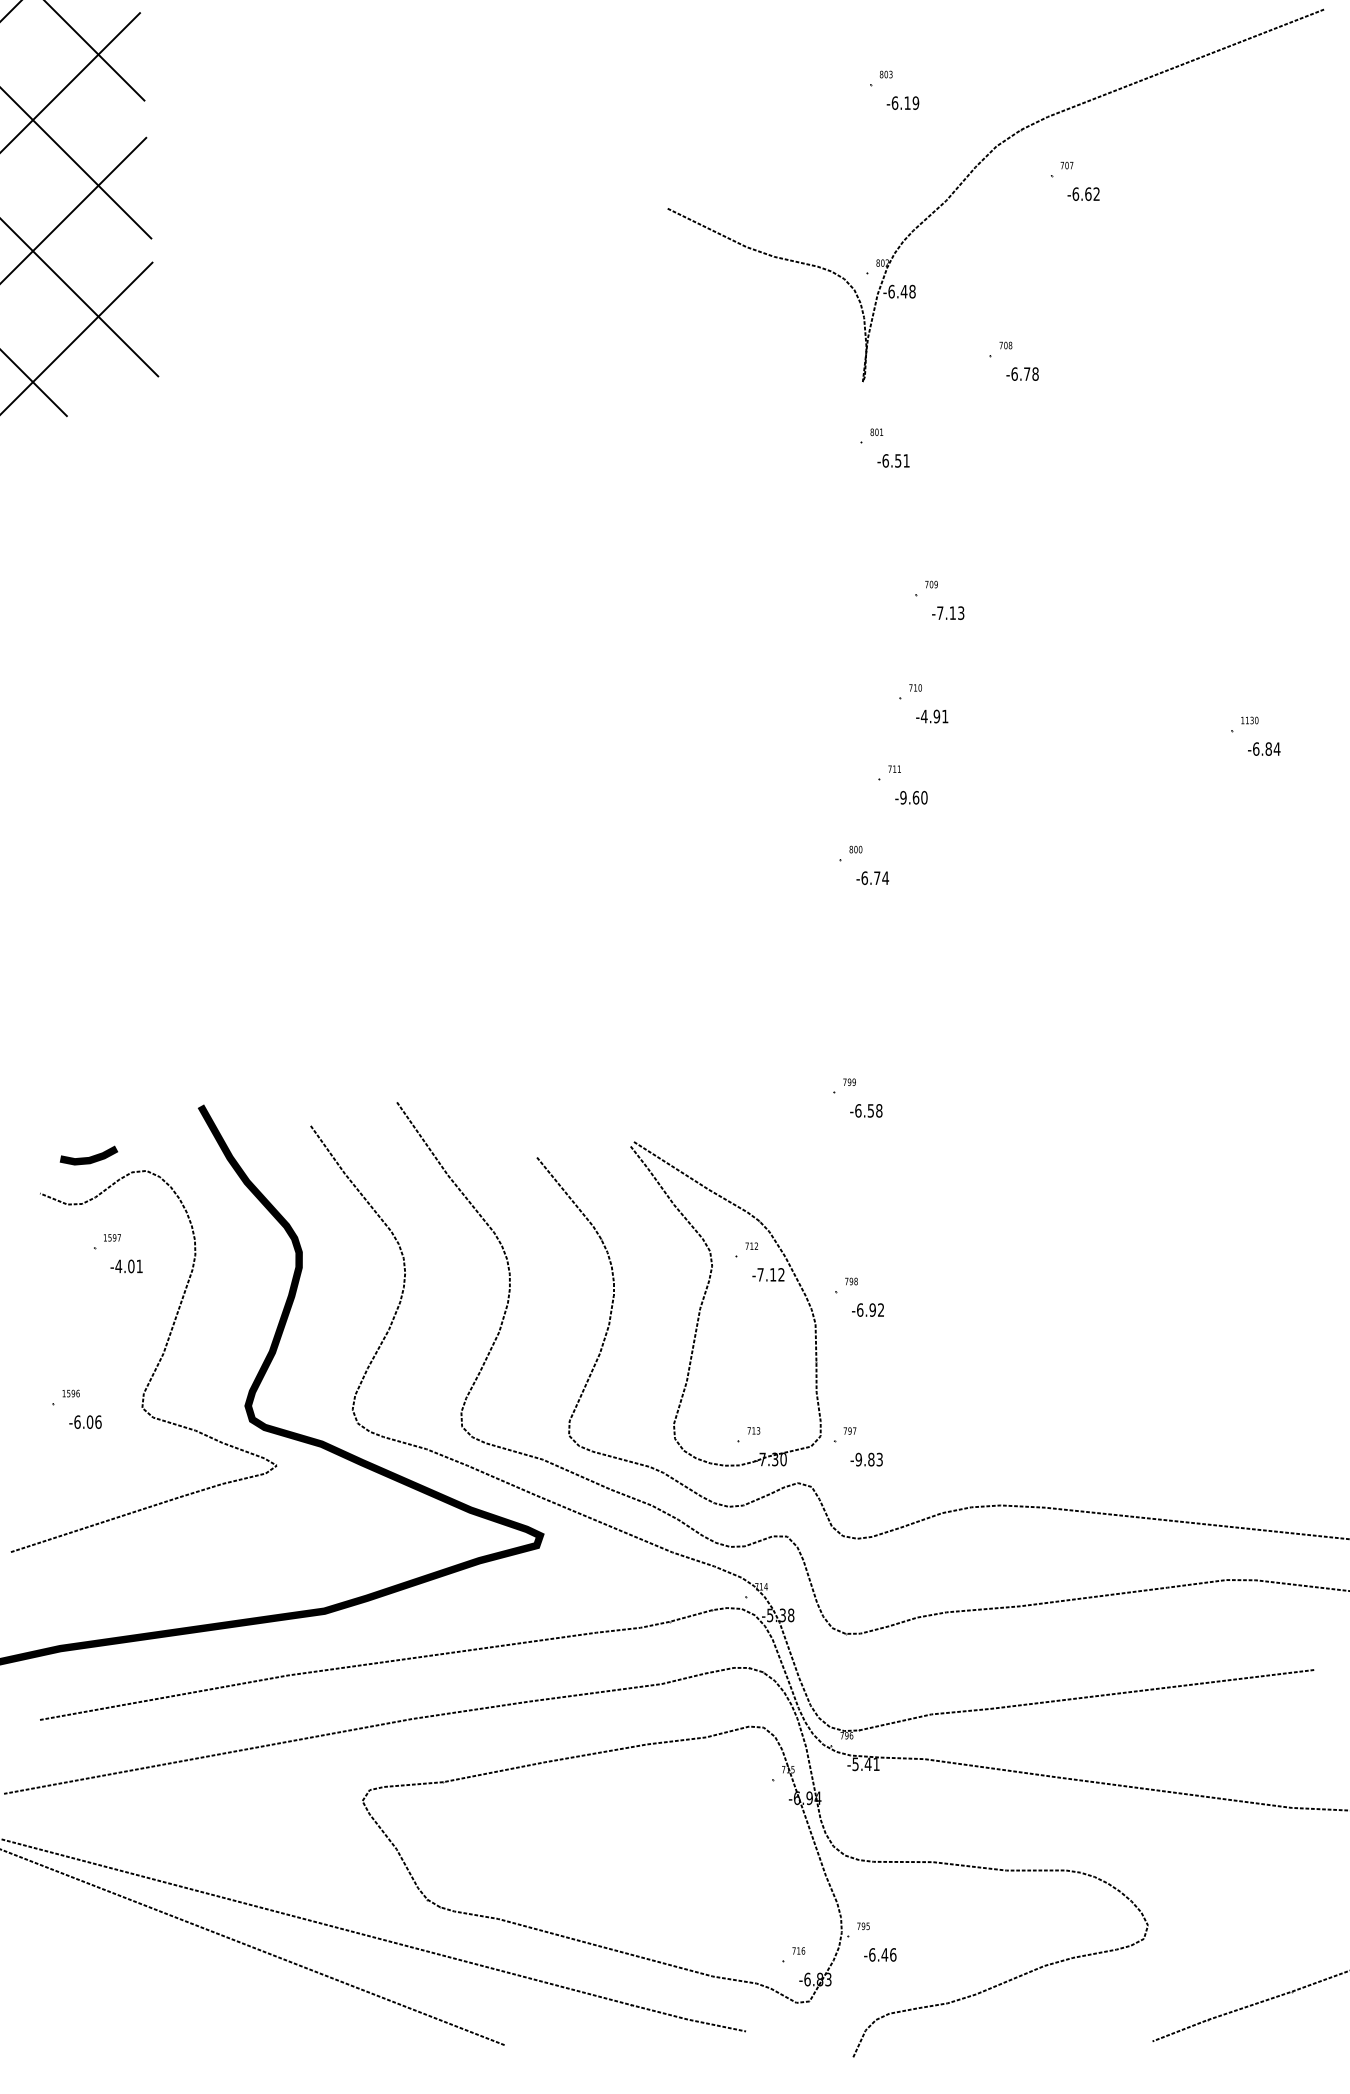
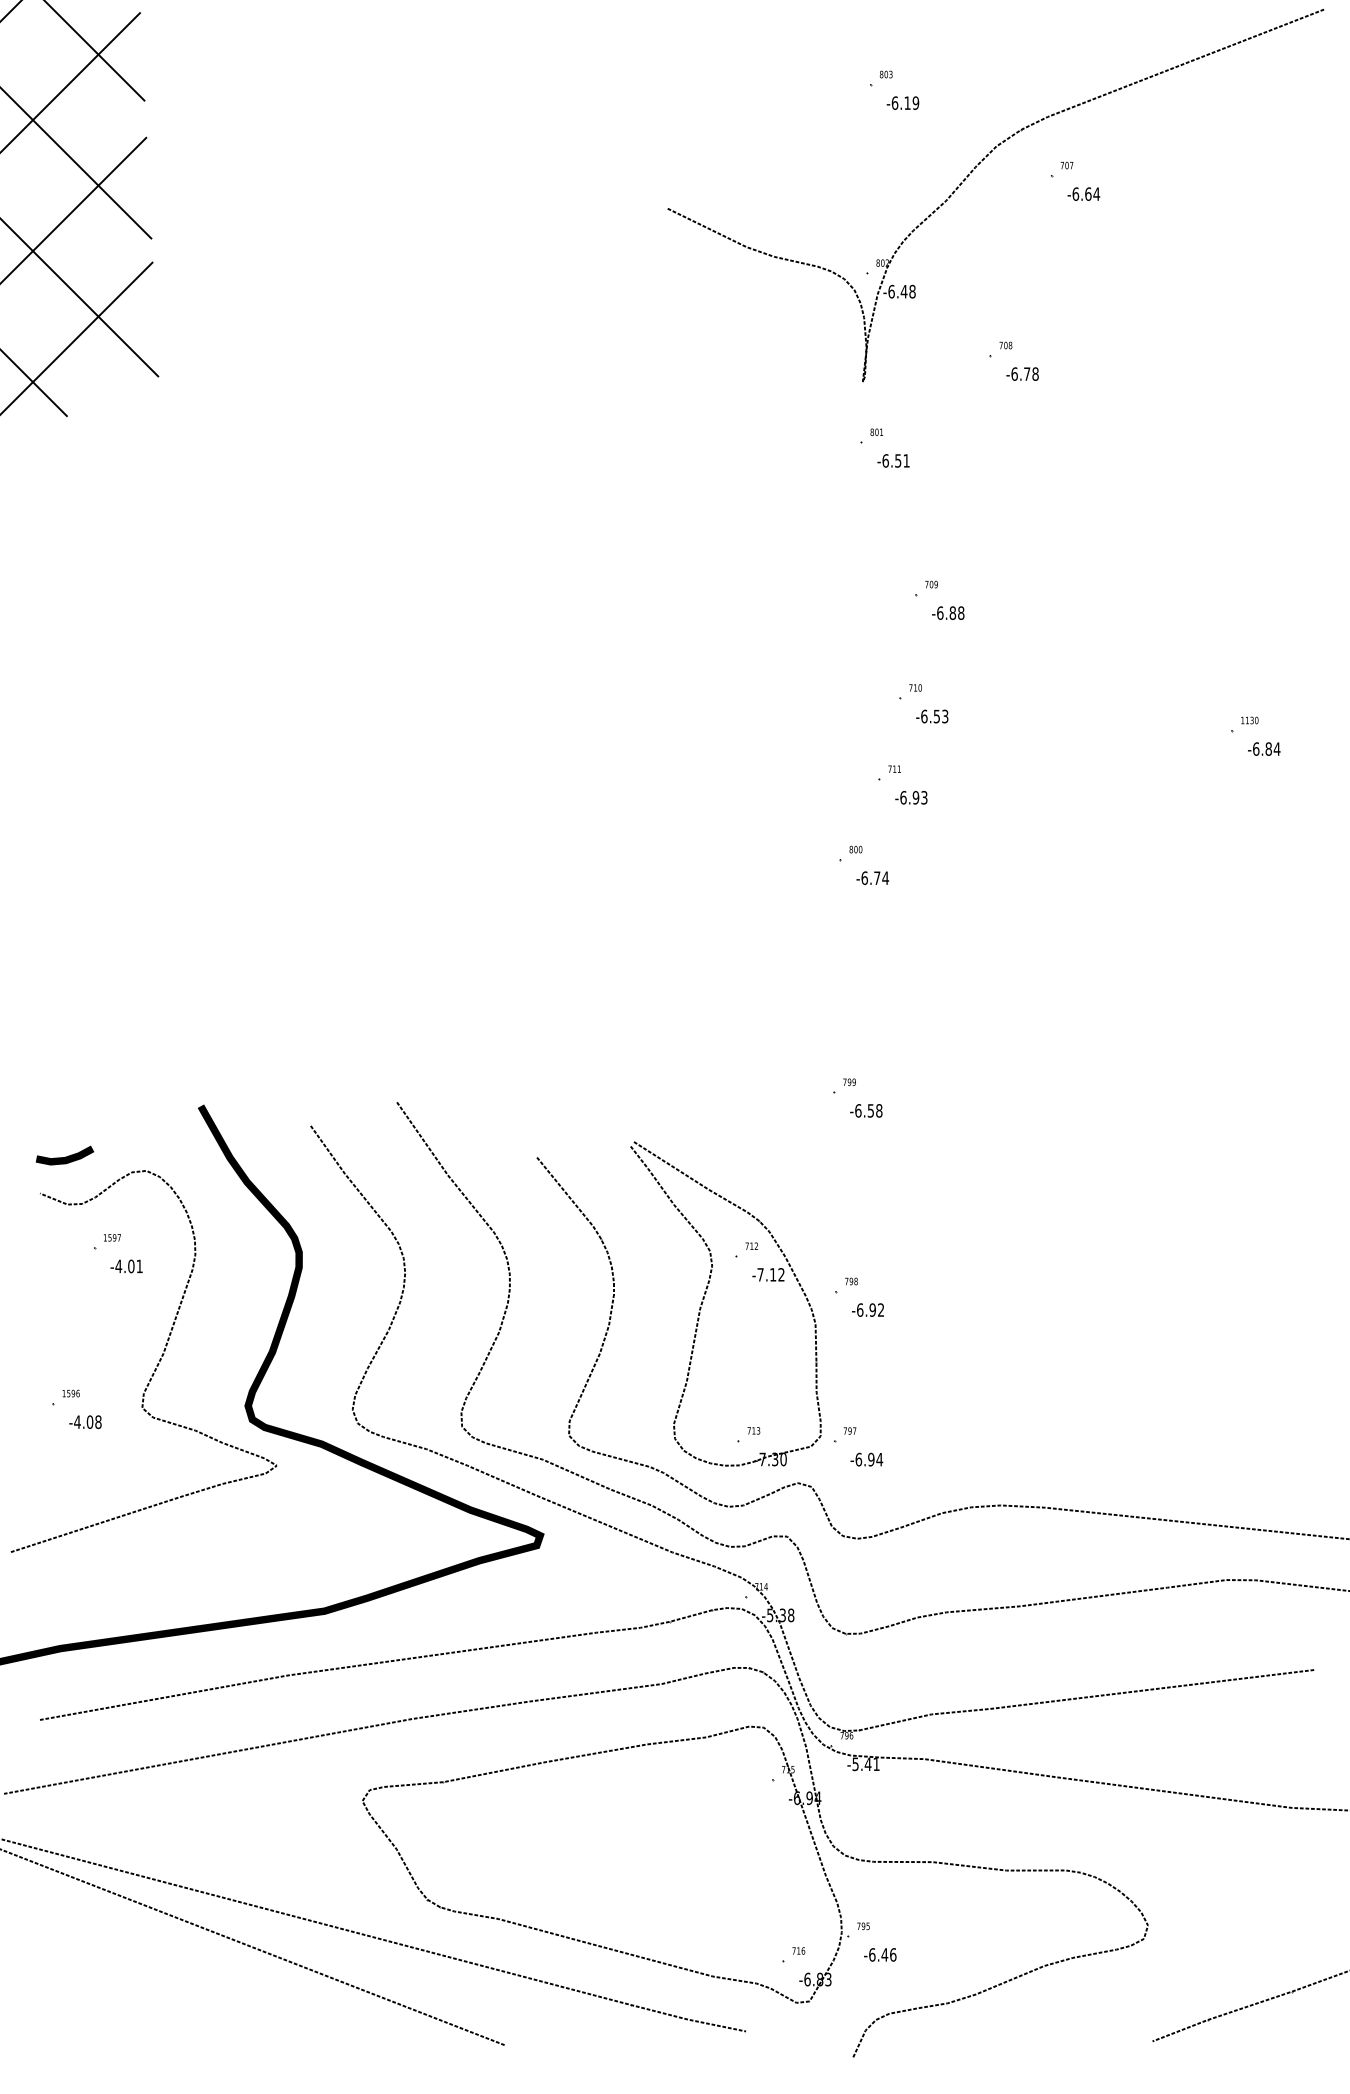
text at (1096, 193): -6.62 -> -6.64
text at (950, 612): -7.13 -> -6.88
text at (934, 716): -4.91 -> -6.53
text at (913, 797): -9.60 -> -6.93
line at (89, 1156) position: (89, 1156) -> (65, 1156)
text at (87, 1421): -6.06 -> -4.08
text at (869, 1459): -9.83 -> -6.94
